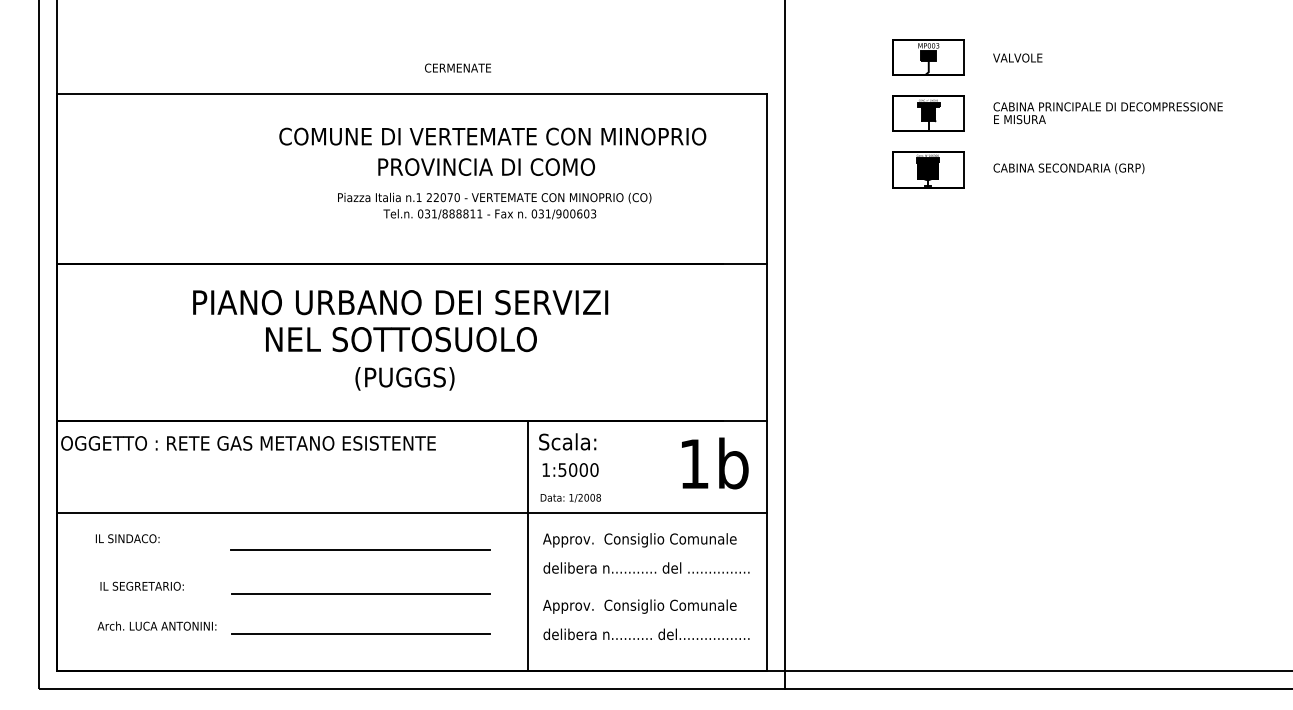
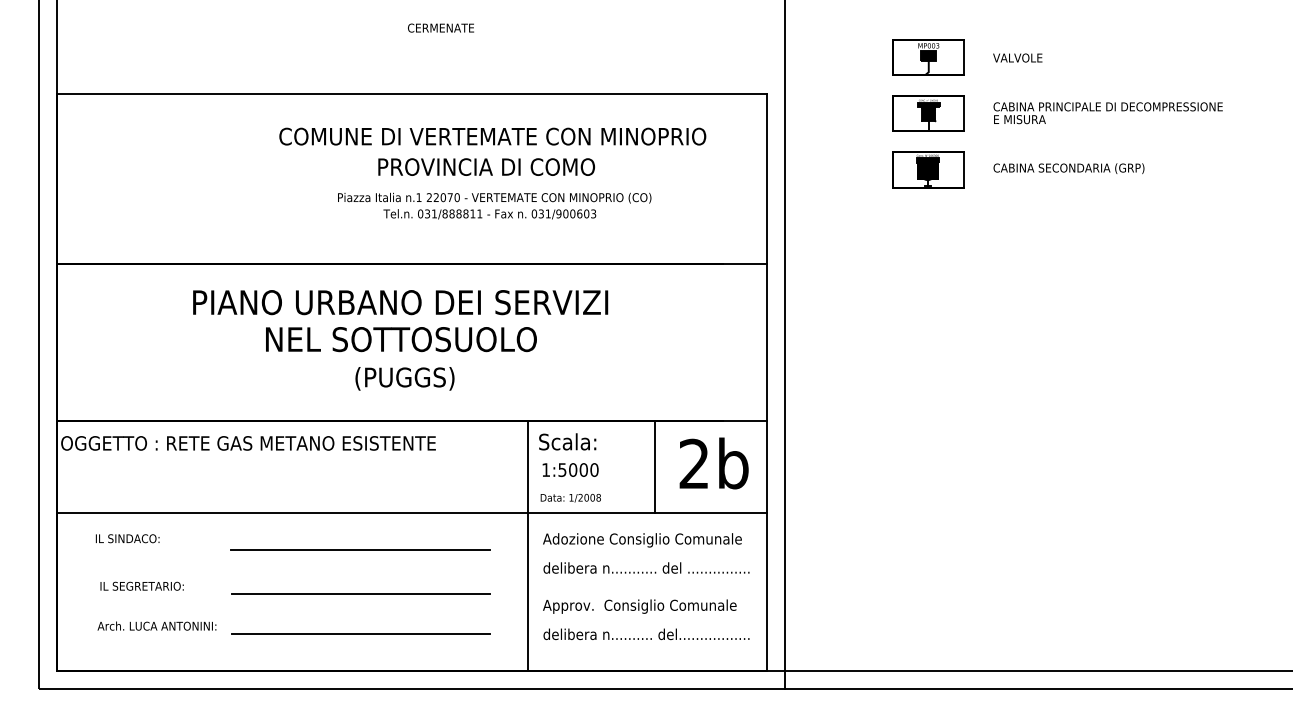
text at (457, 67) position: (457, 67) -> (440, 27)
text at (693, 463): 1b -> 2b
line at (655, 467): none -> present
text at (646, 540): Approv.  Consiglio Comunale -> Adozione Consiglio Comunale
